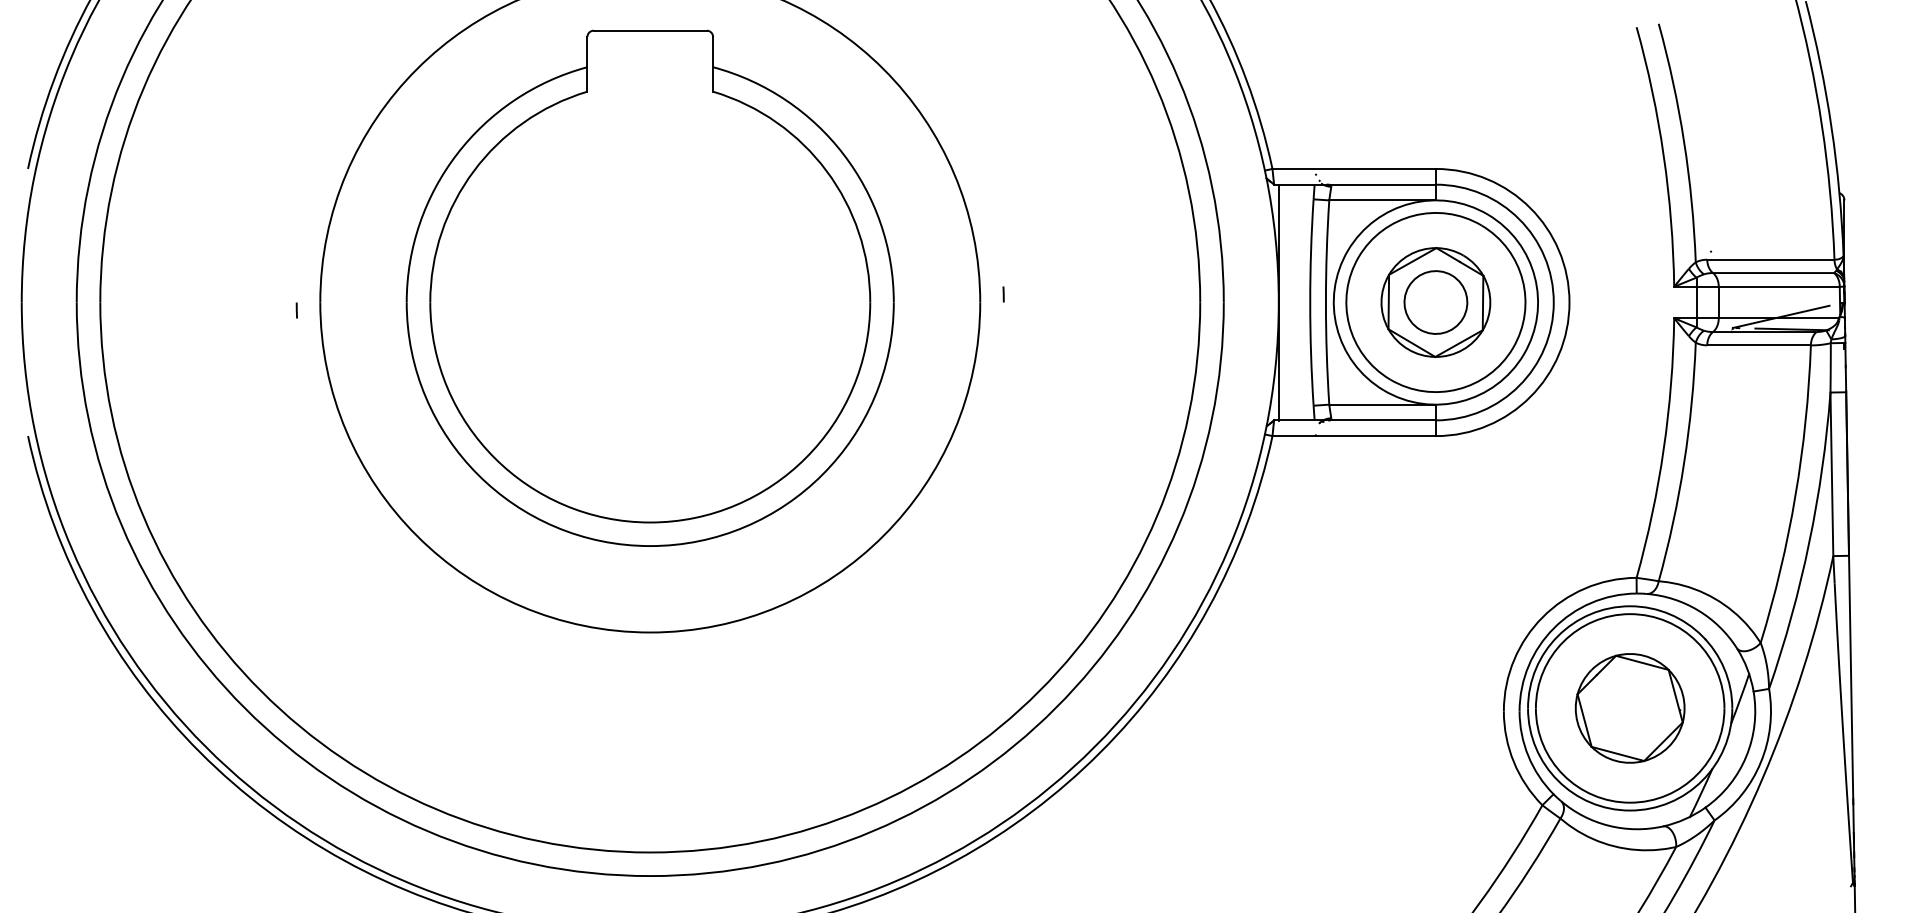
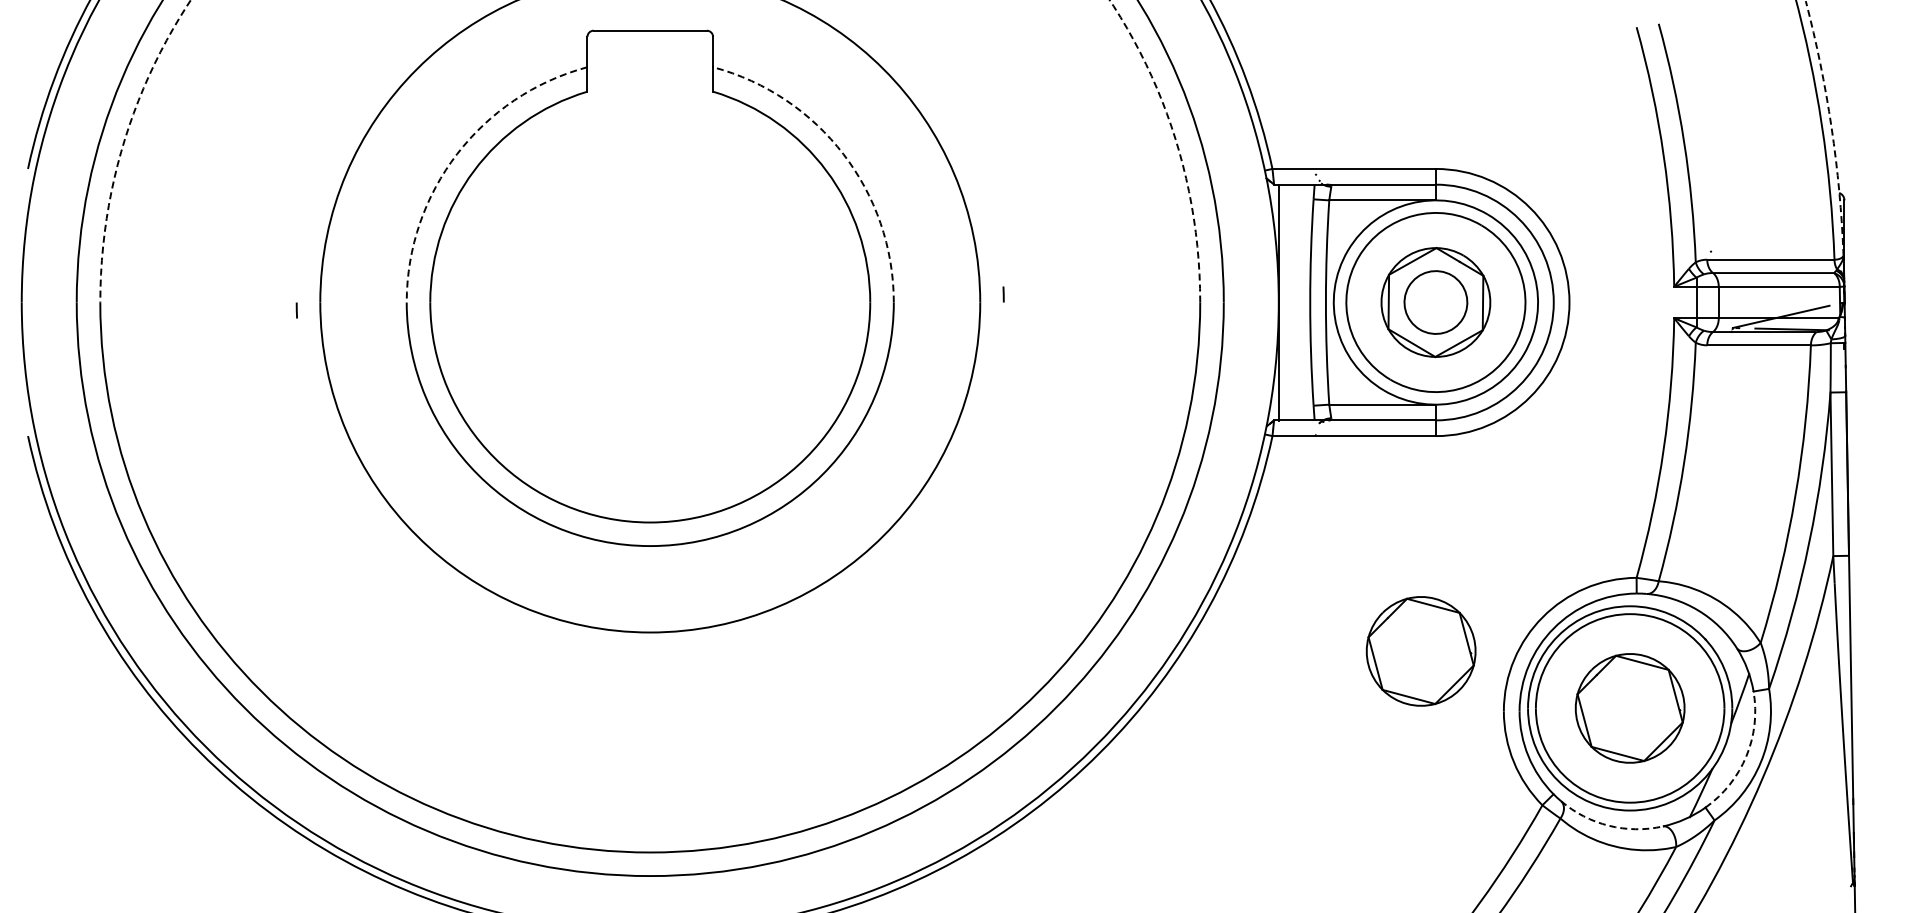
arc at (190, 0): solid -> dashed
arc at (1831, 127): solid -> dashed
arc at (457, 154): solid -> dashed
arc at (843, 154): solid -> dashed
part at (1420, 651): none -> present
arc at (1746, 756): solid -> dashed
arc at (1608, 825): solid -> dashed
